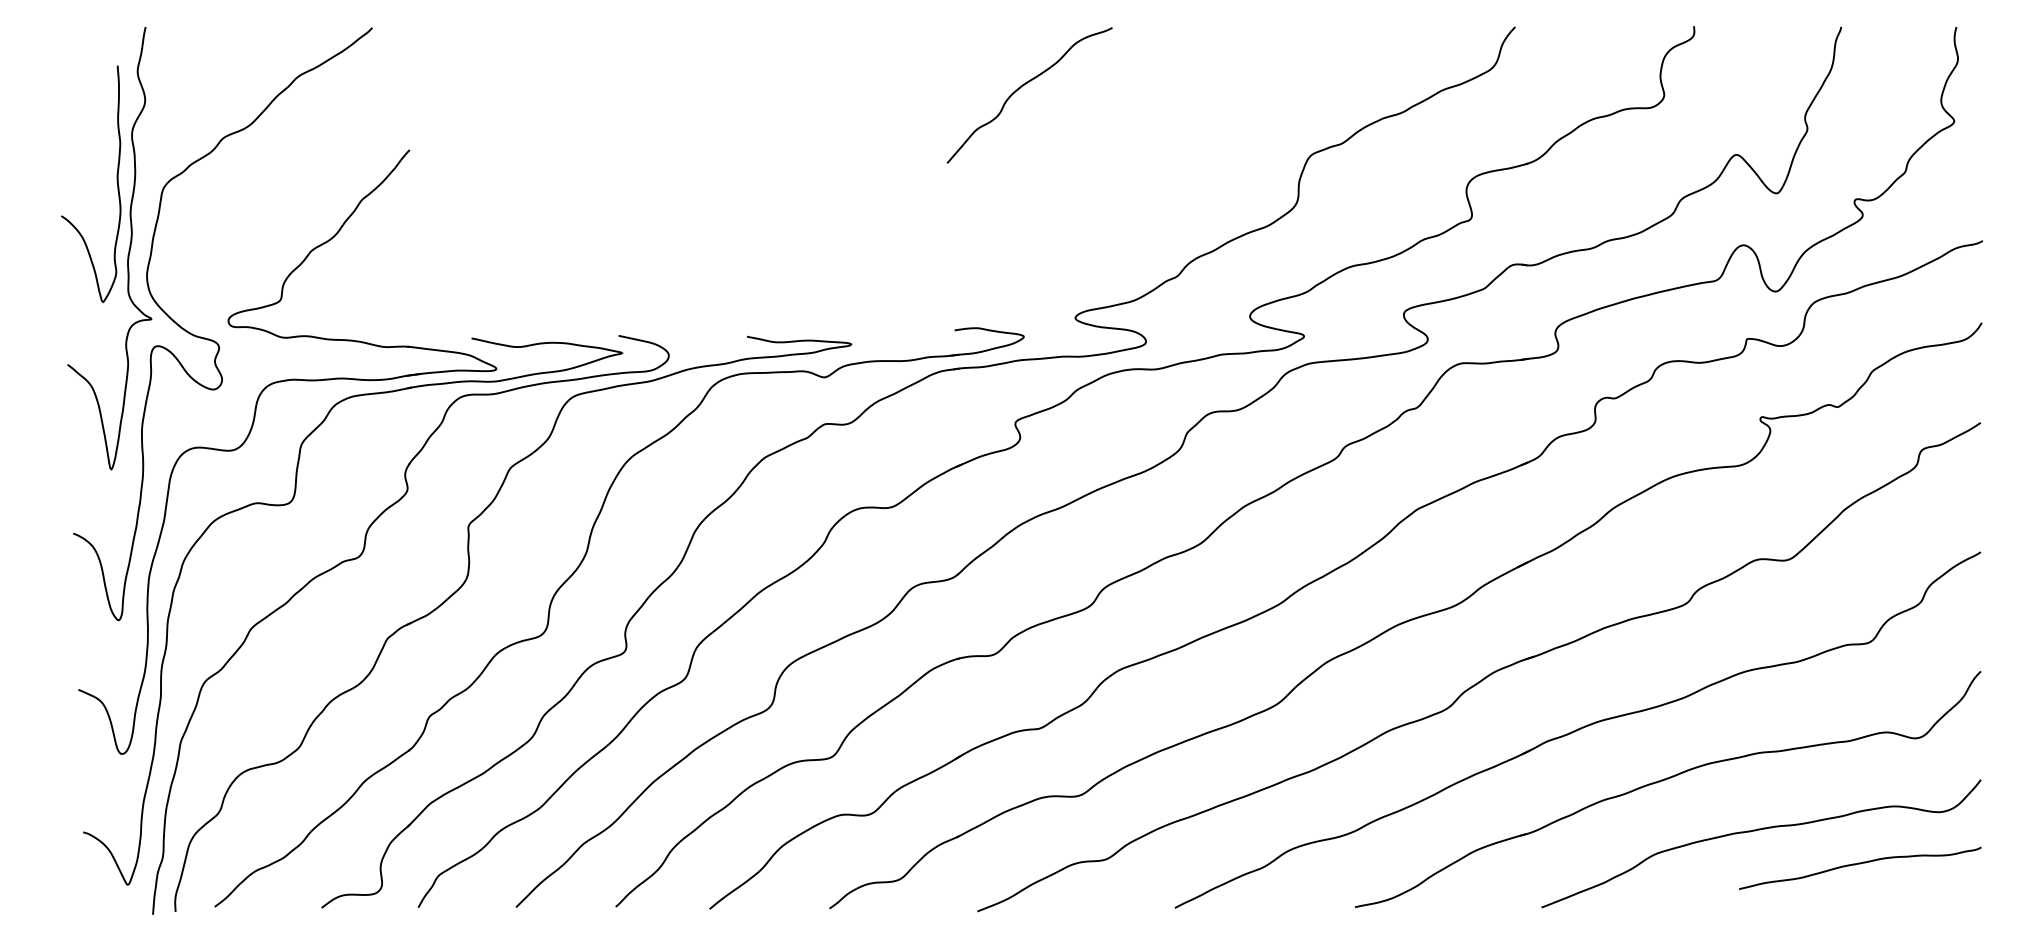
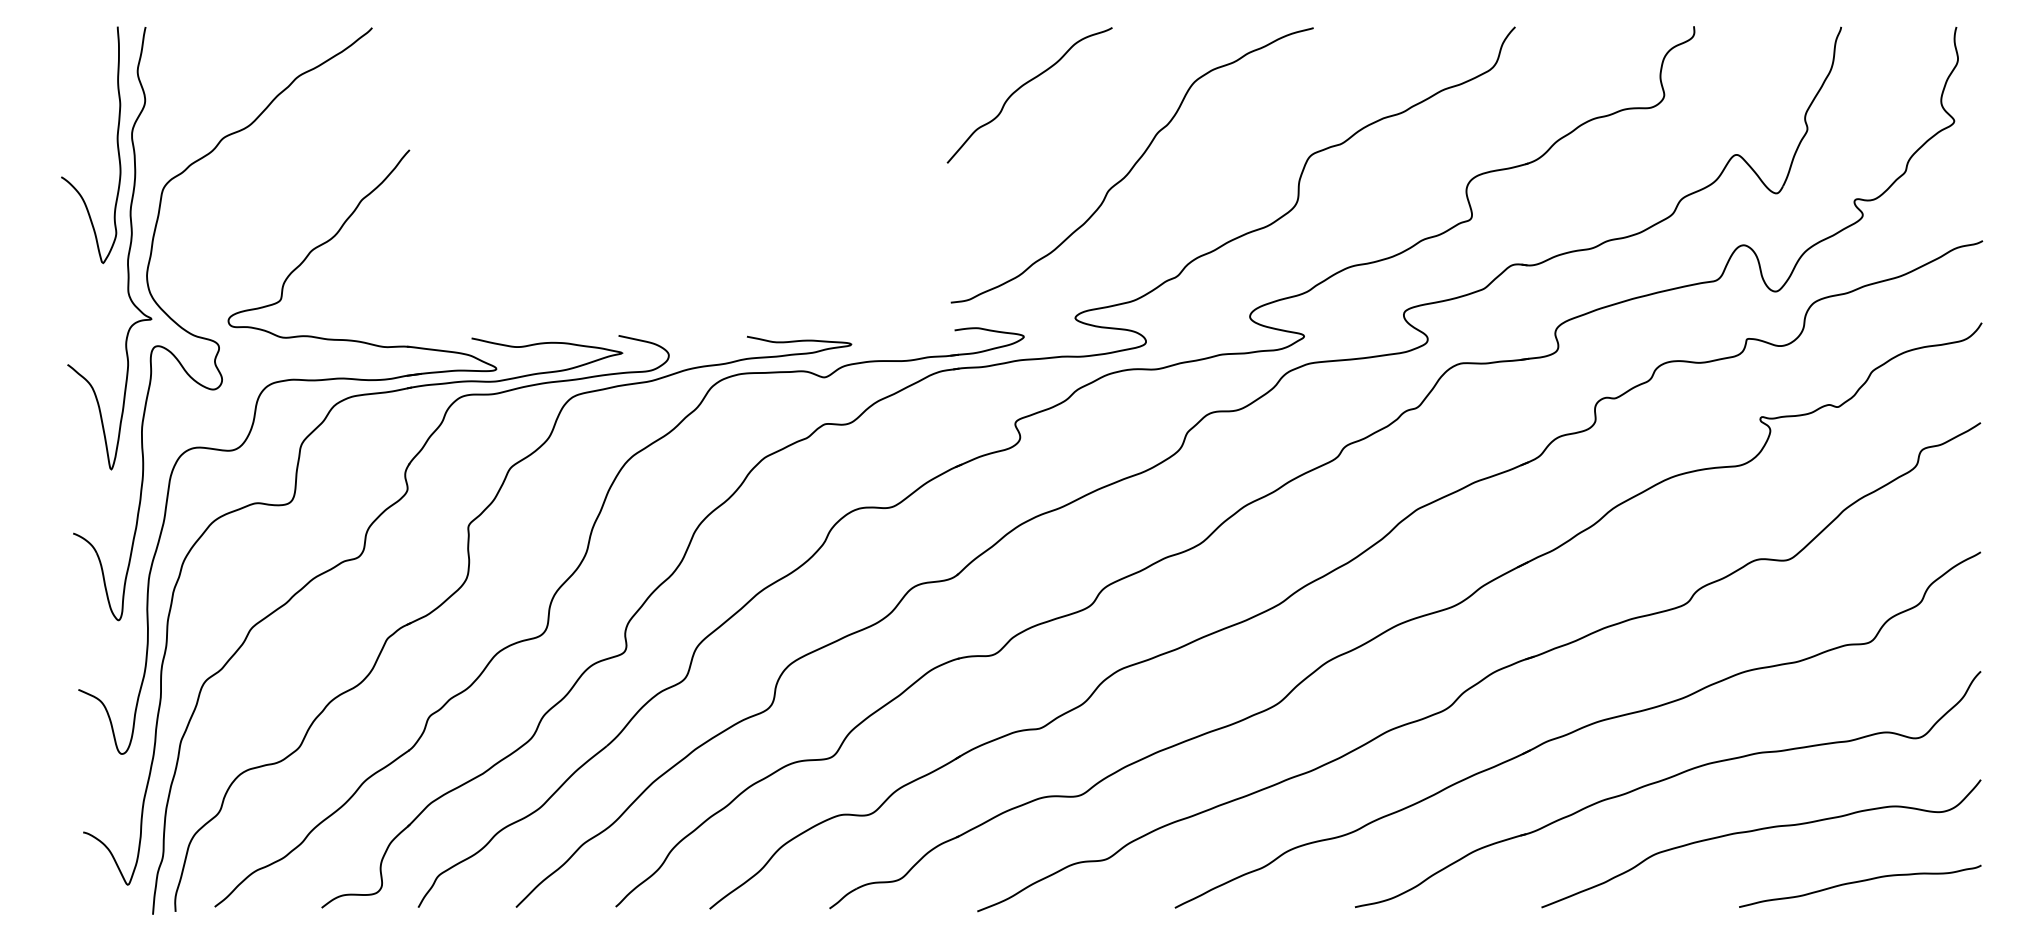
curve at (1132, 166): none -> present
curve at (116, 181) position: (116, 181) -> (116, 142)
curve at (1860, 864) position: (1860, 864) -> (1860, 882)
